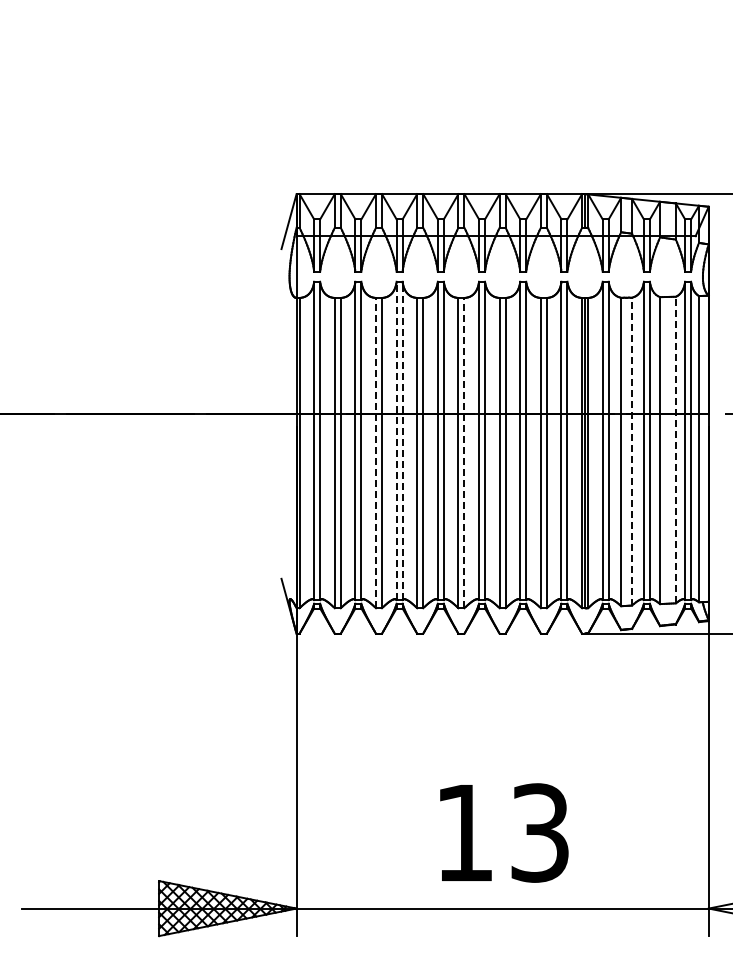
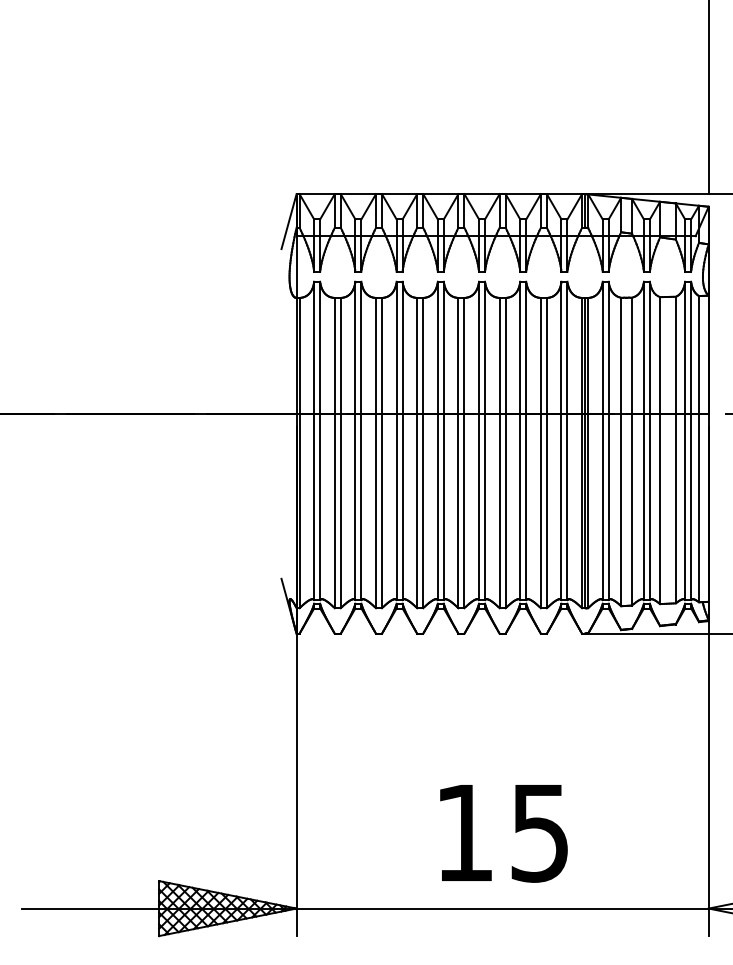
line at (708, 98): none -> present
line at (396, 440): dashed -> solid
line at (402, 440): dashed -> solid
line at (675, 449): dashed -> solid
line at (632, 451): dashed -> solid
line at (376, 452): dashed -> solid
line at (464, 452): dashed -> solid
text at (539, 832): 13 -> 15
